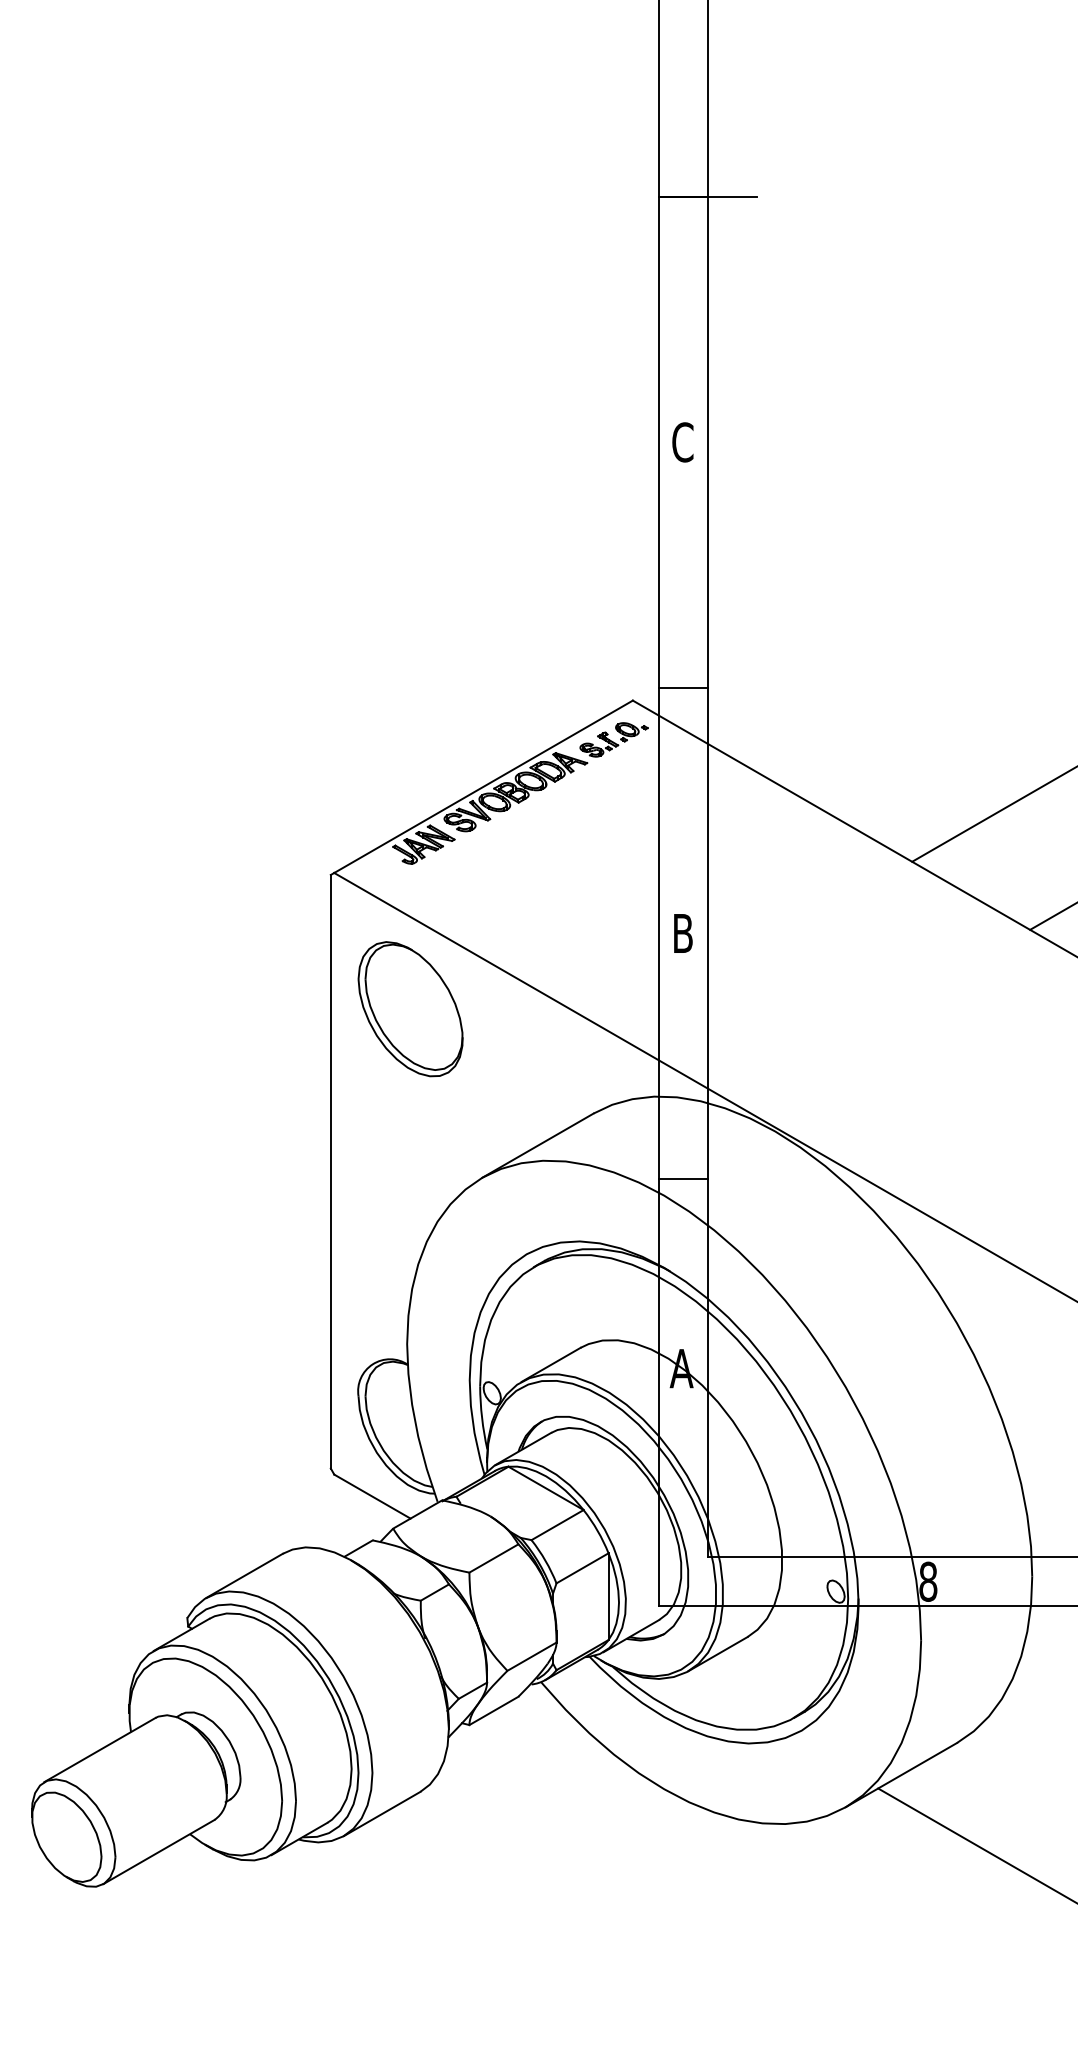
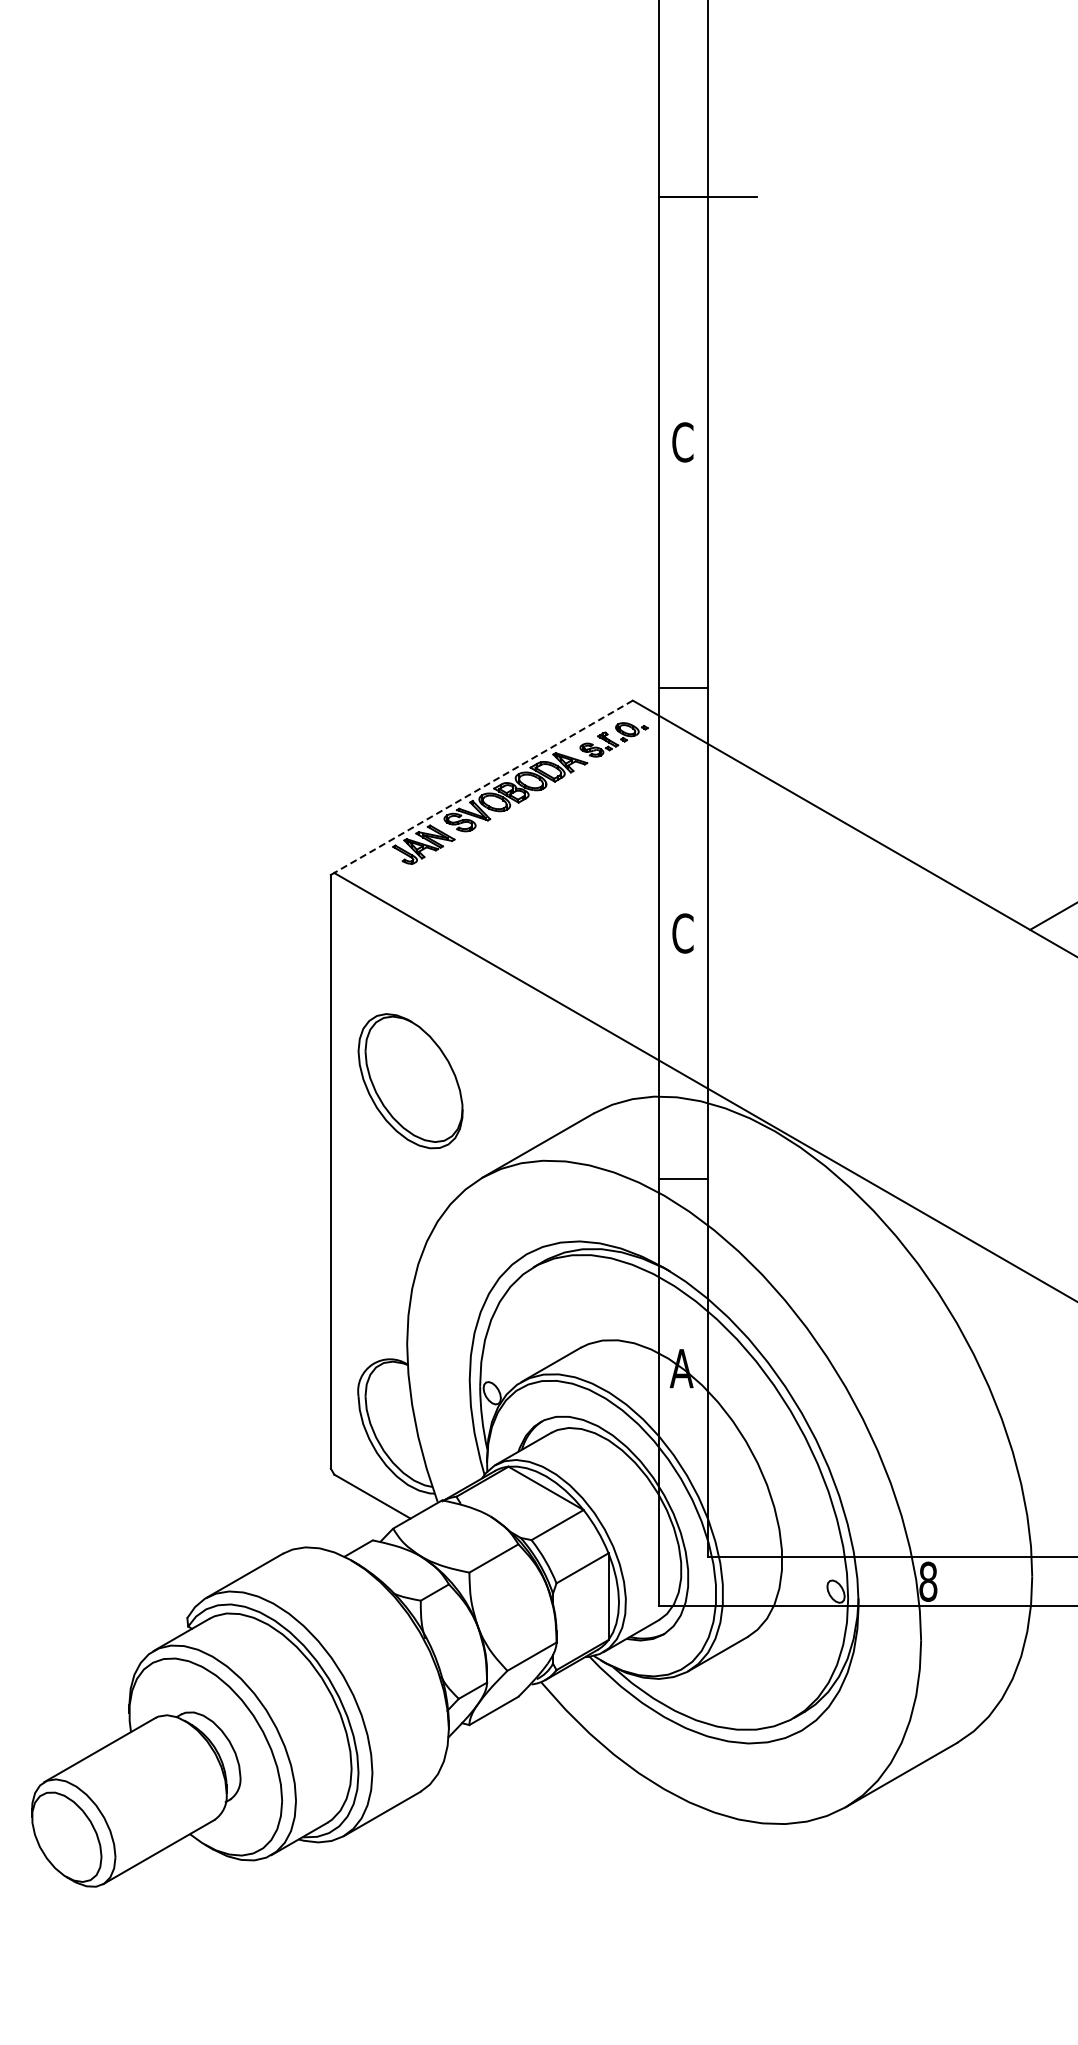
line at (483, 787): solid -> dashed
line at (993, 814): present -> none
text at (682, 933): B -> C
part at (410, 1009) position: (410, 1009) -> (410, 1081)
line at (976, 1844): present -> none
